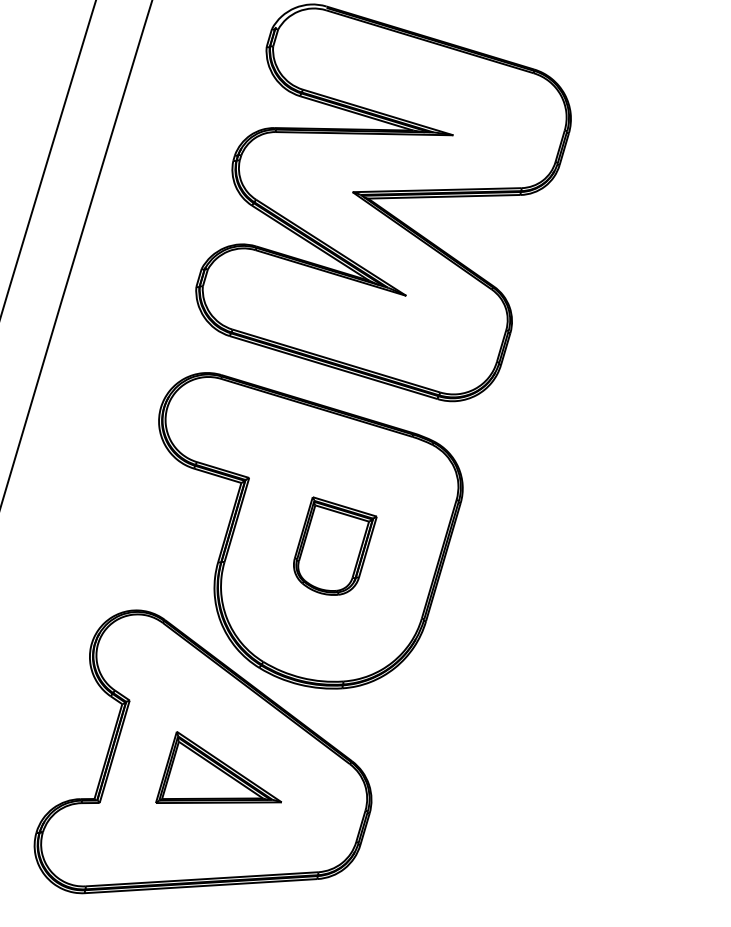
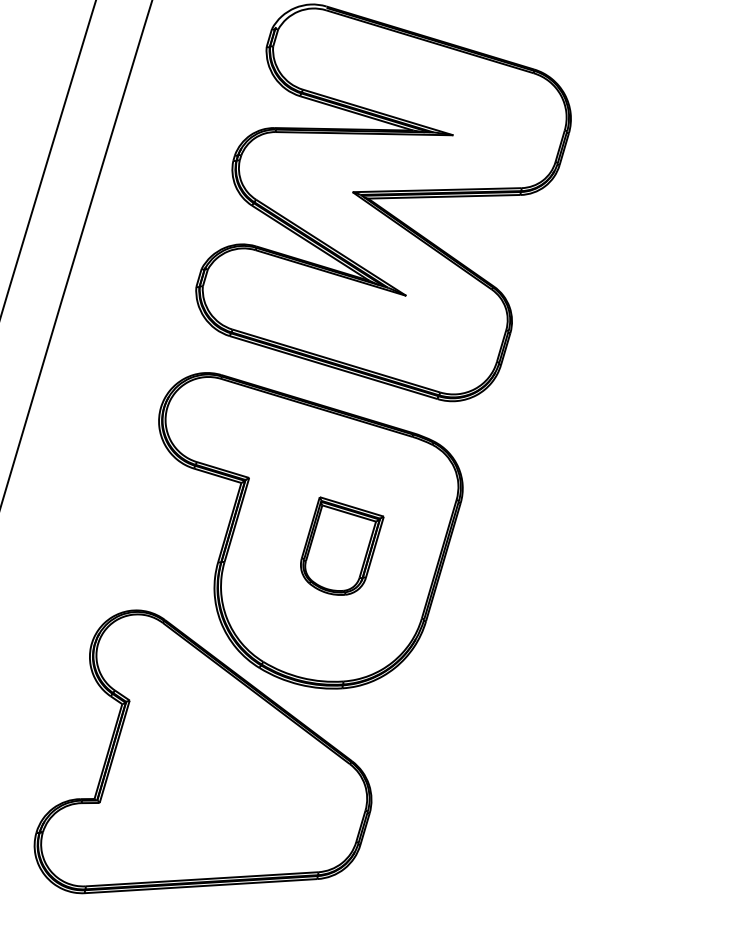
part at (335, 545) position: (335, 545) -> (342, 545)
part at (218, 767): present -> none
